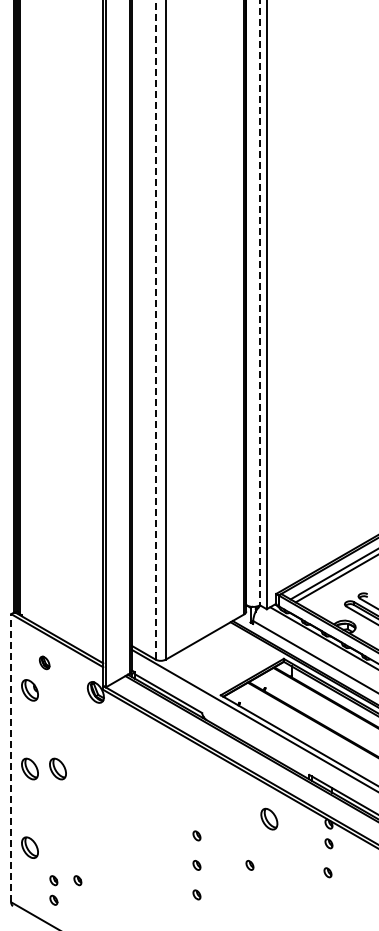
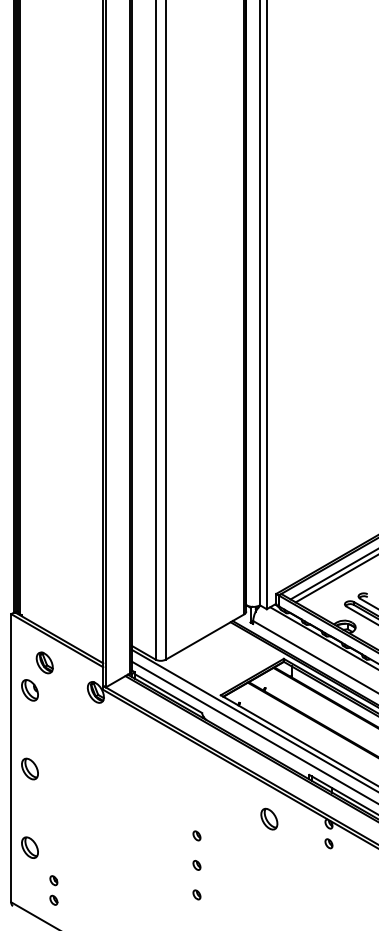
line at (260, 303): dashed -> solid
line at (155, 330): dashed -> solid
part at (44, 662) size: 13x16 px -> 19x24 px
line at (253, 731): none -> present
line at (11, 757): dashed -> solid
part at (57, 768): present -> none
part at (249, 865): present -> none
part at (327, 872): present -> none
part at (77, 880): present -> none
